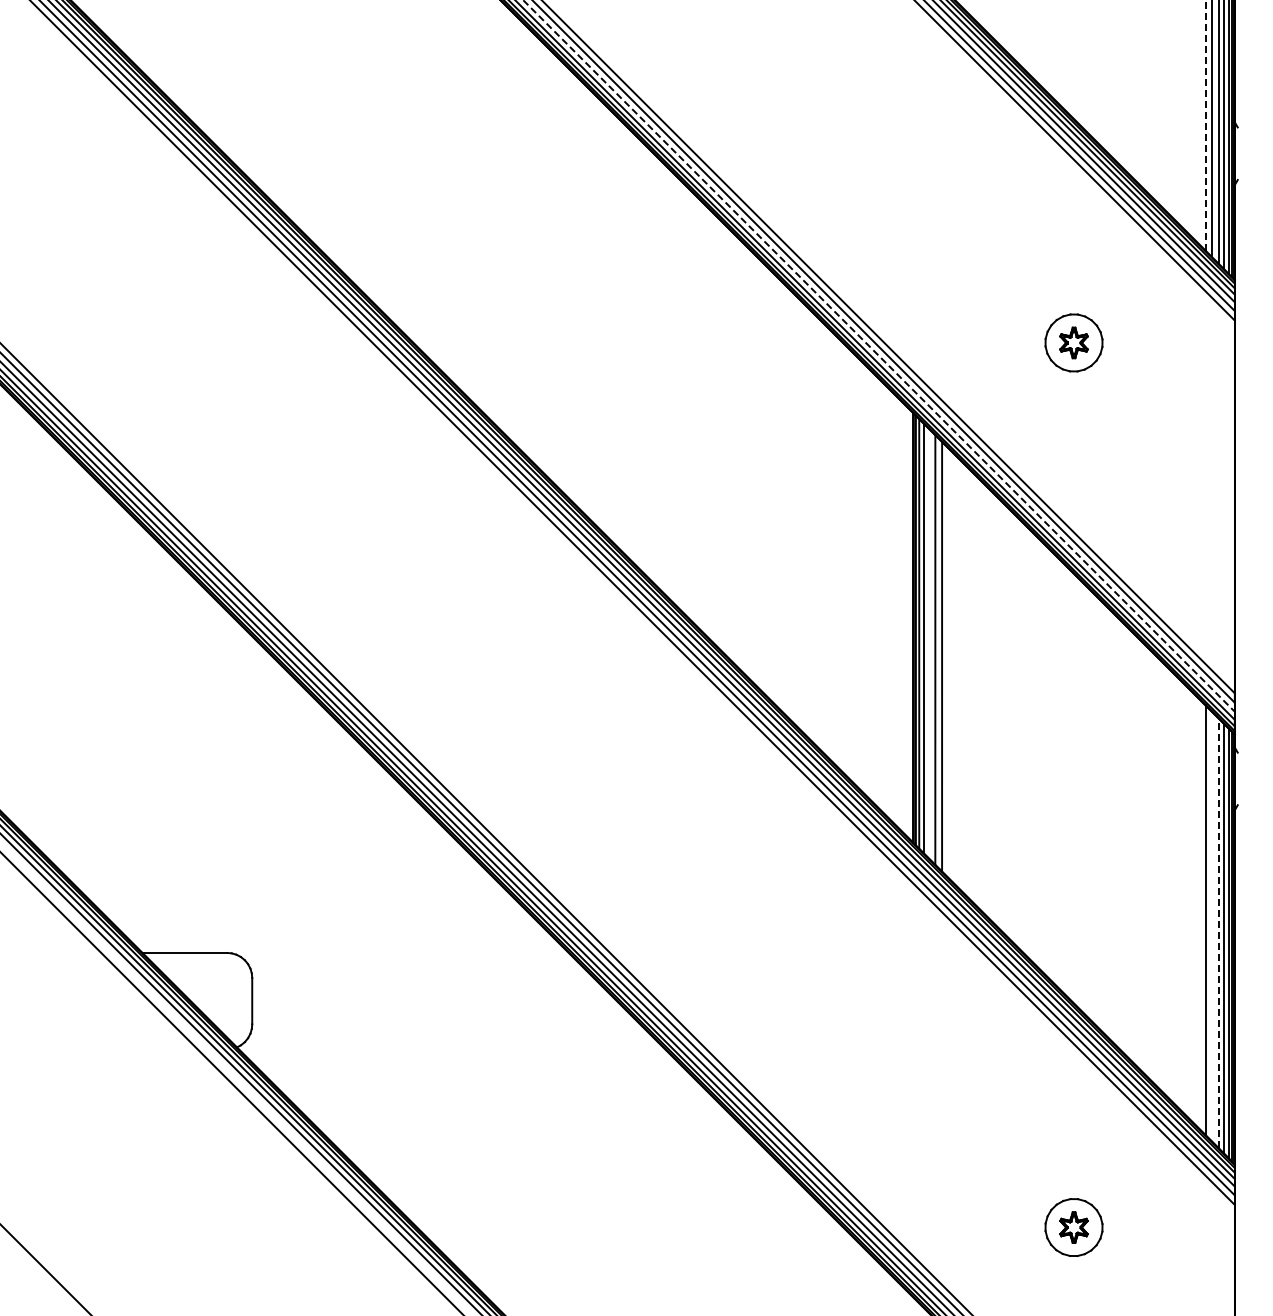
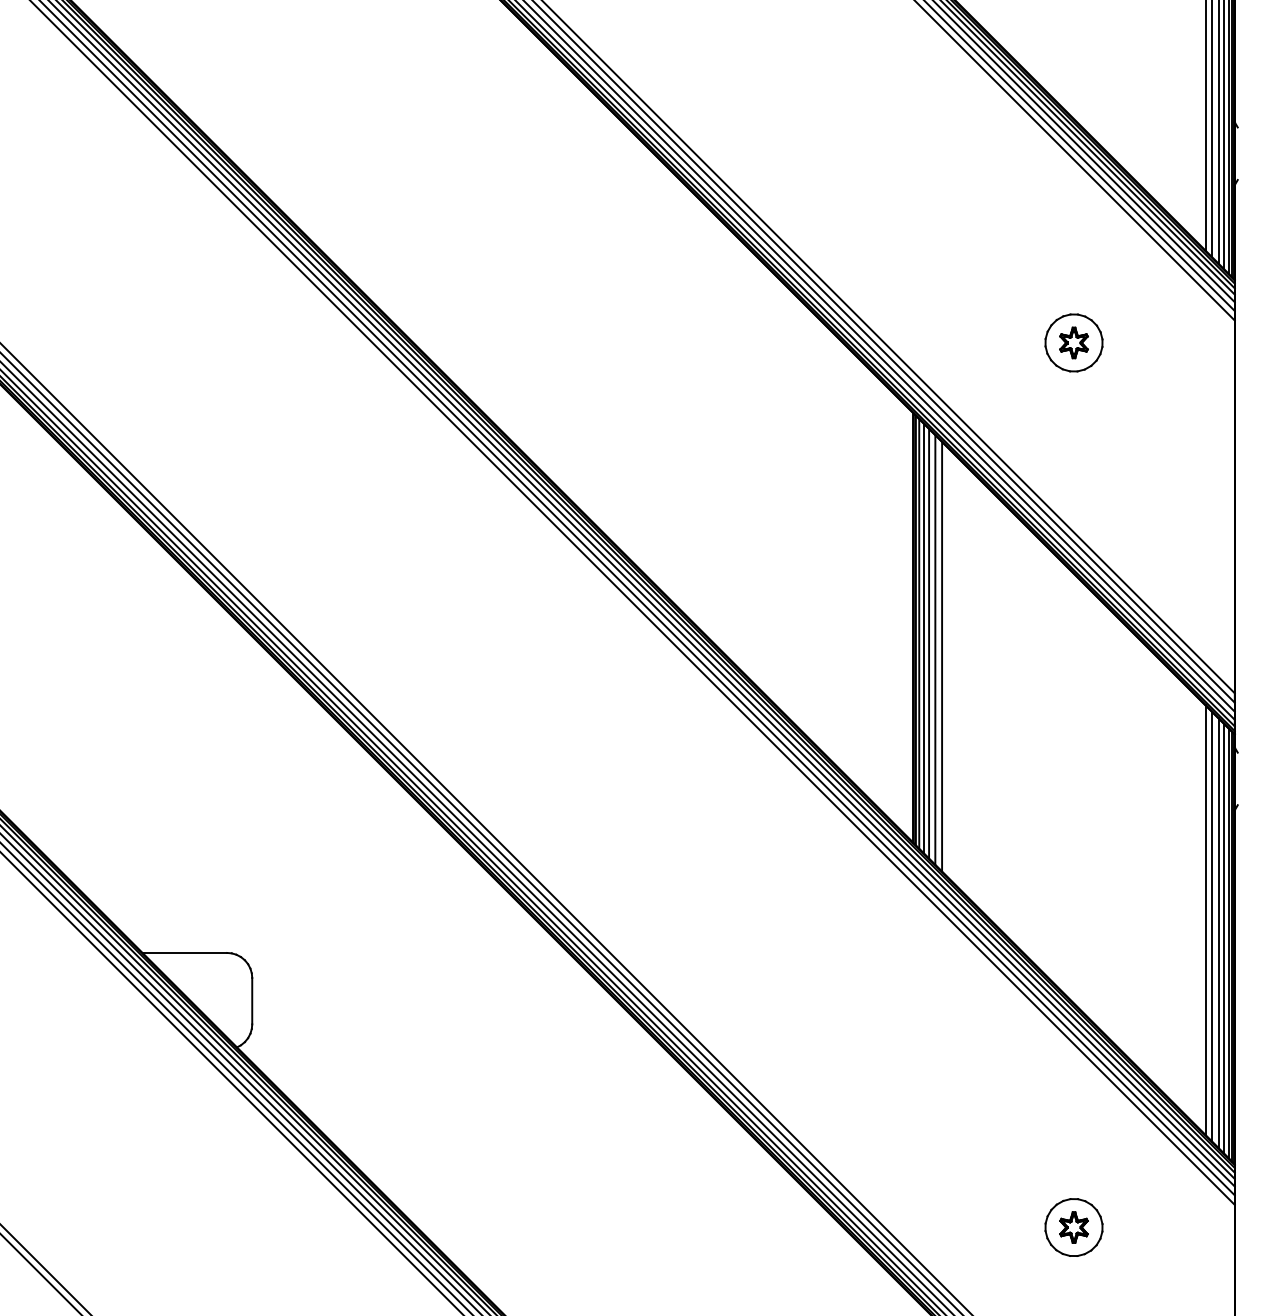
line at (1205, 125): dashed -> solid
line at (879, 356): dashed -> solid
line at (929, 643): none -> present
line at (1212, 926): none -> present
line at (1218, 933): dashed -> solid
line at (236, 1078): none -> present
line at (40, 1273): none -> present
